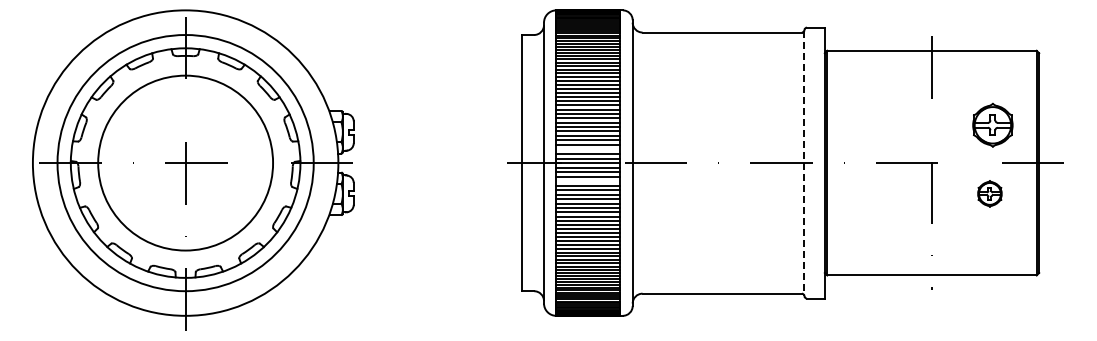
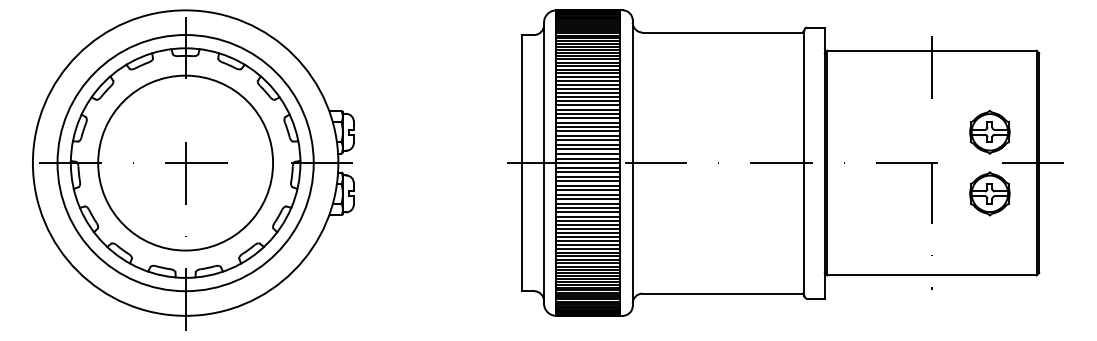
part at (992, 124) position: (992, 124) -> (989, 131)
line at (588, 149): none -> present
line at (804, 163): dashed -> solid
line at (588, 181): none -> present
part at (989, 193) size: 26x28 px -> 42x46 px
